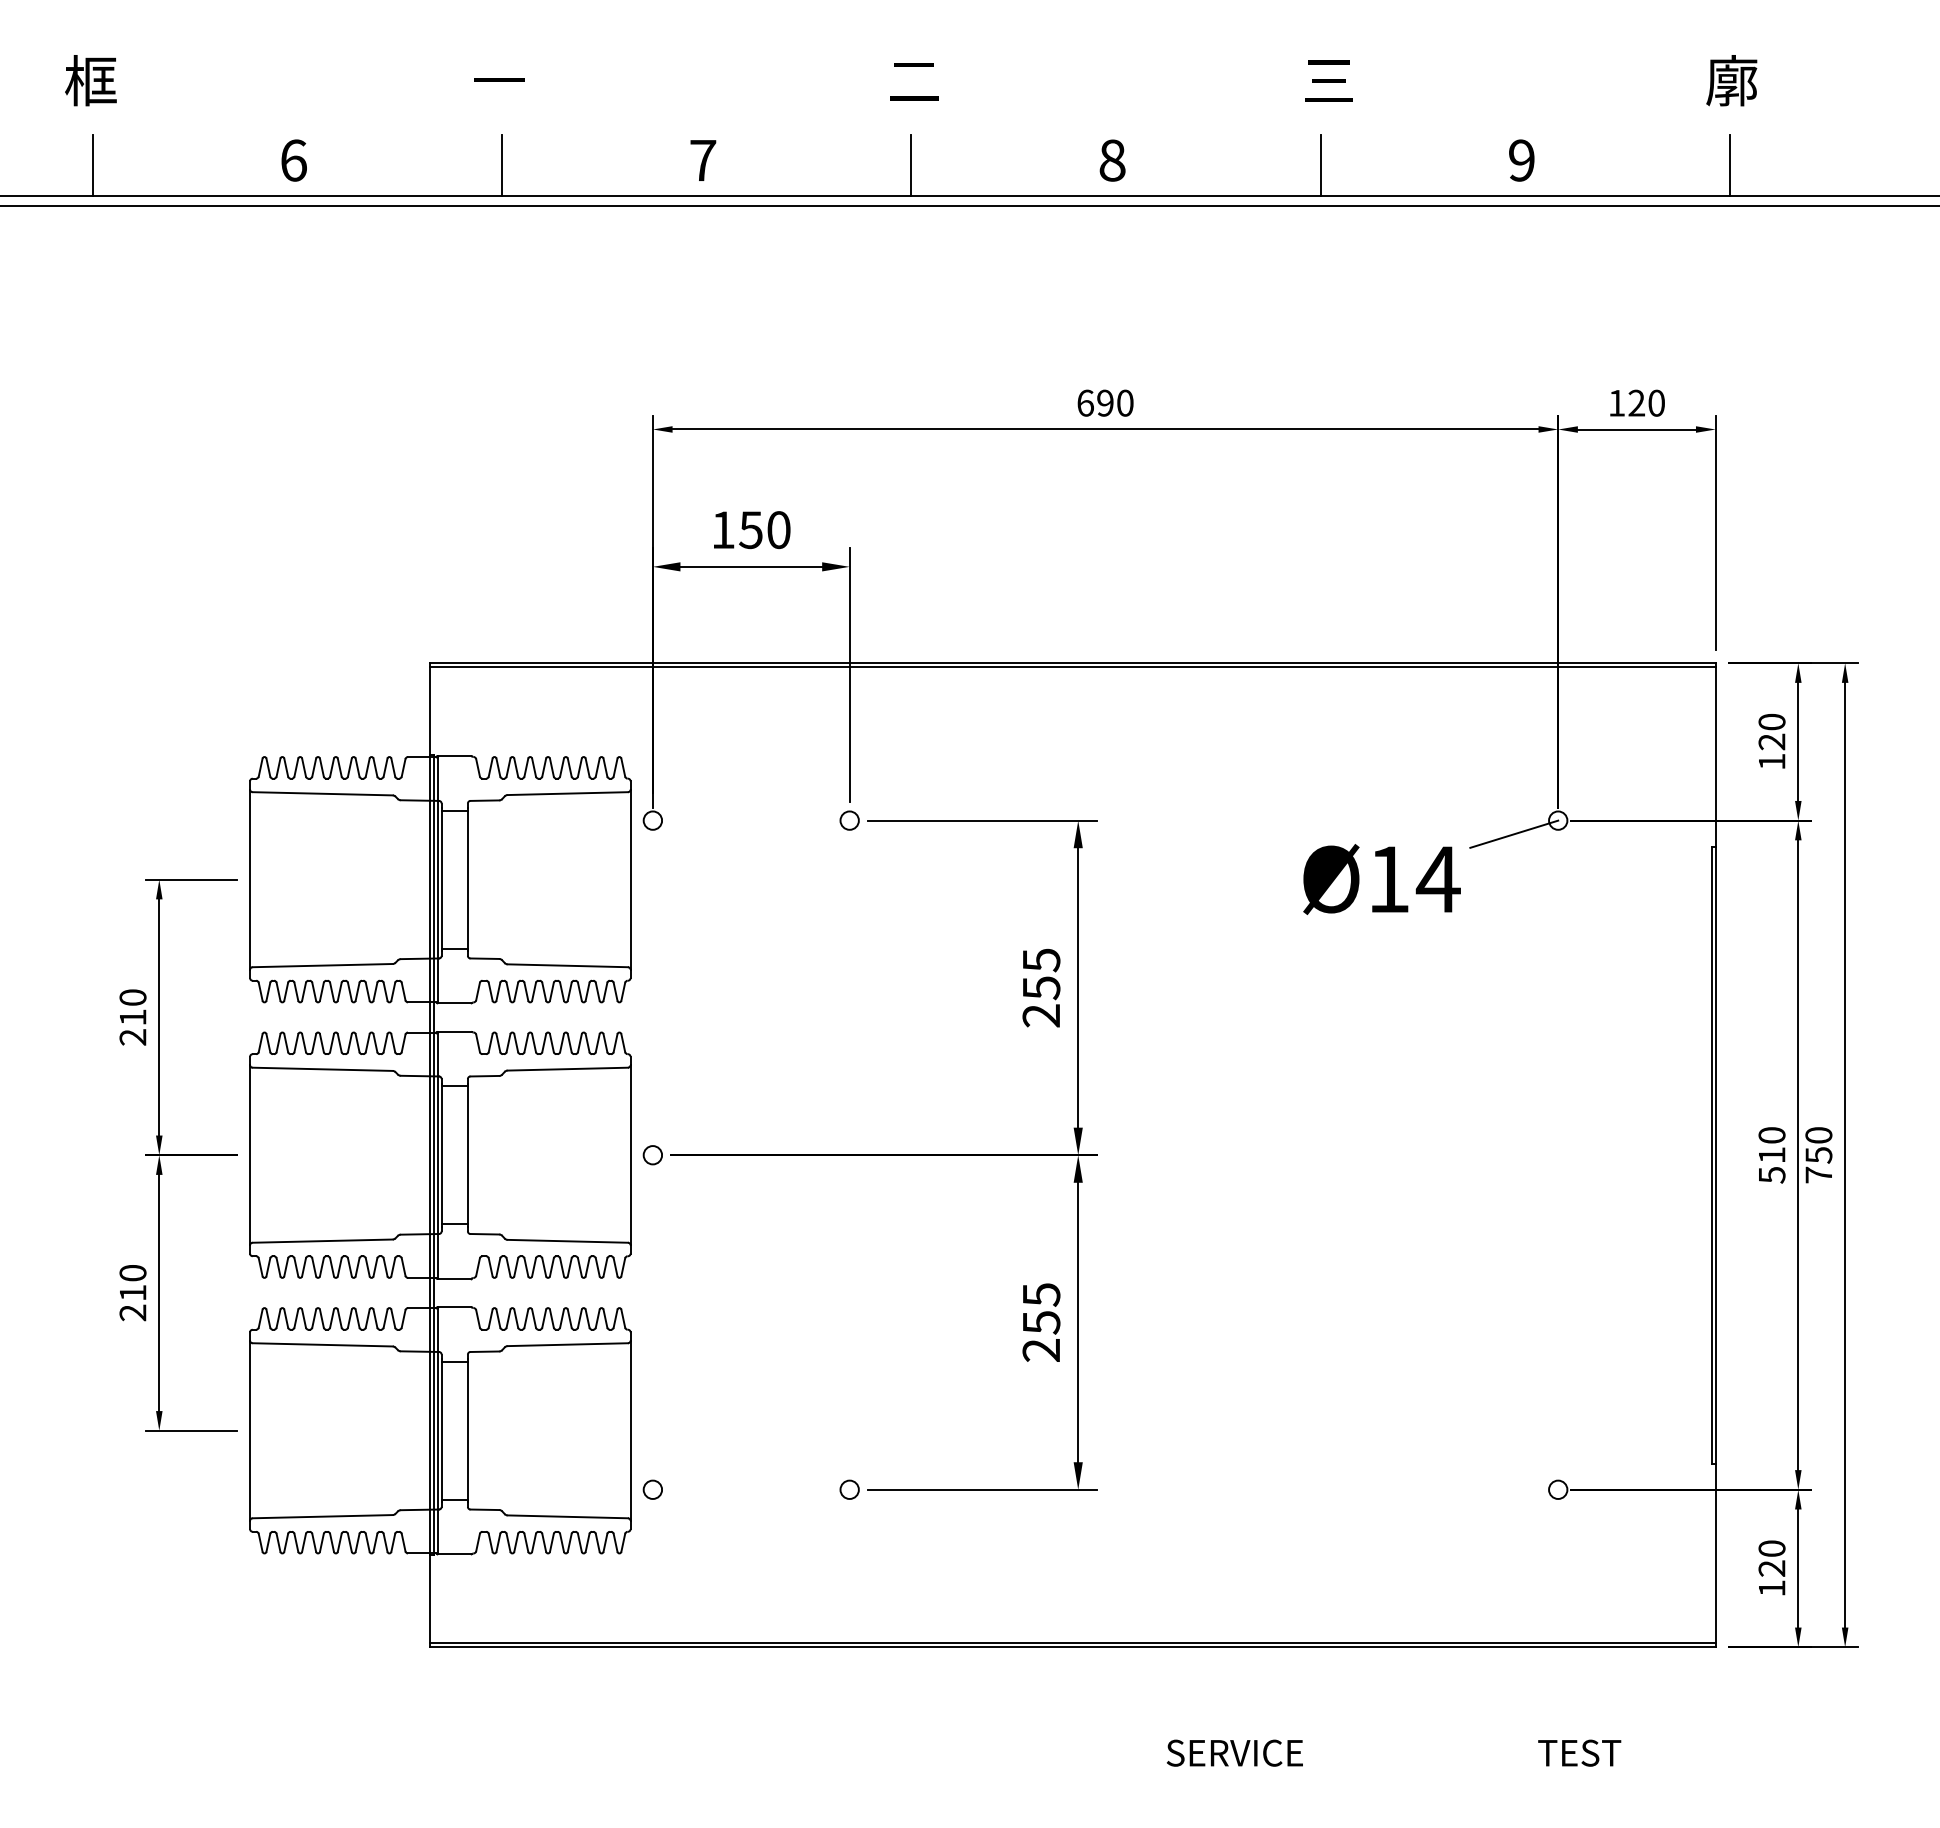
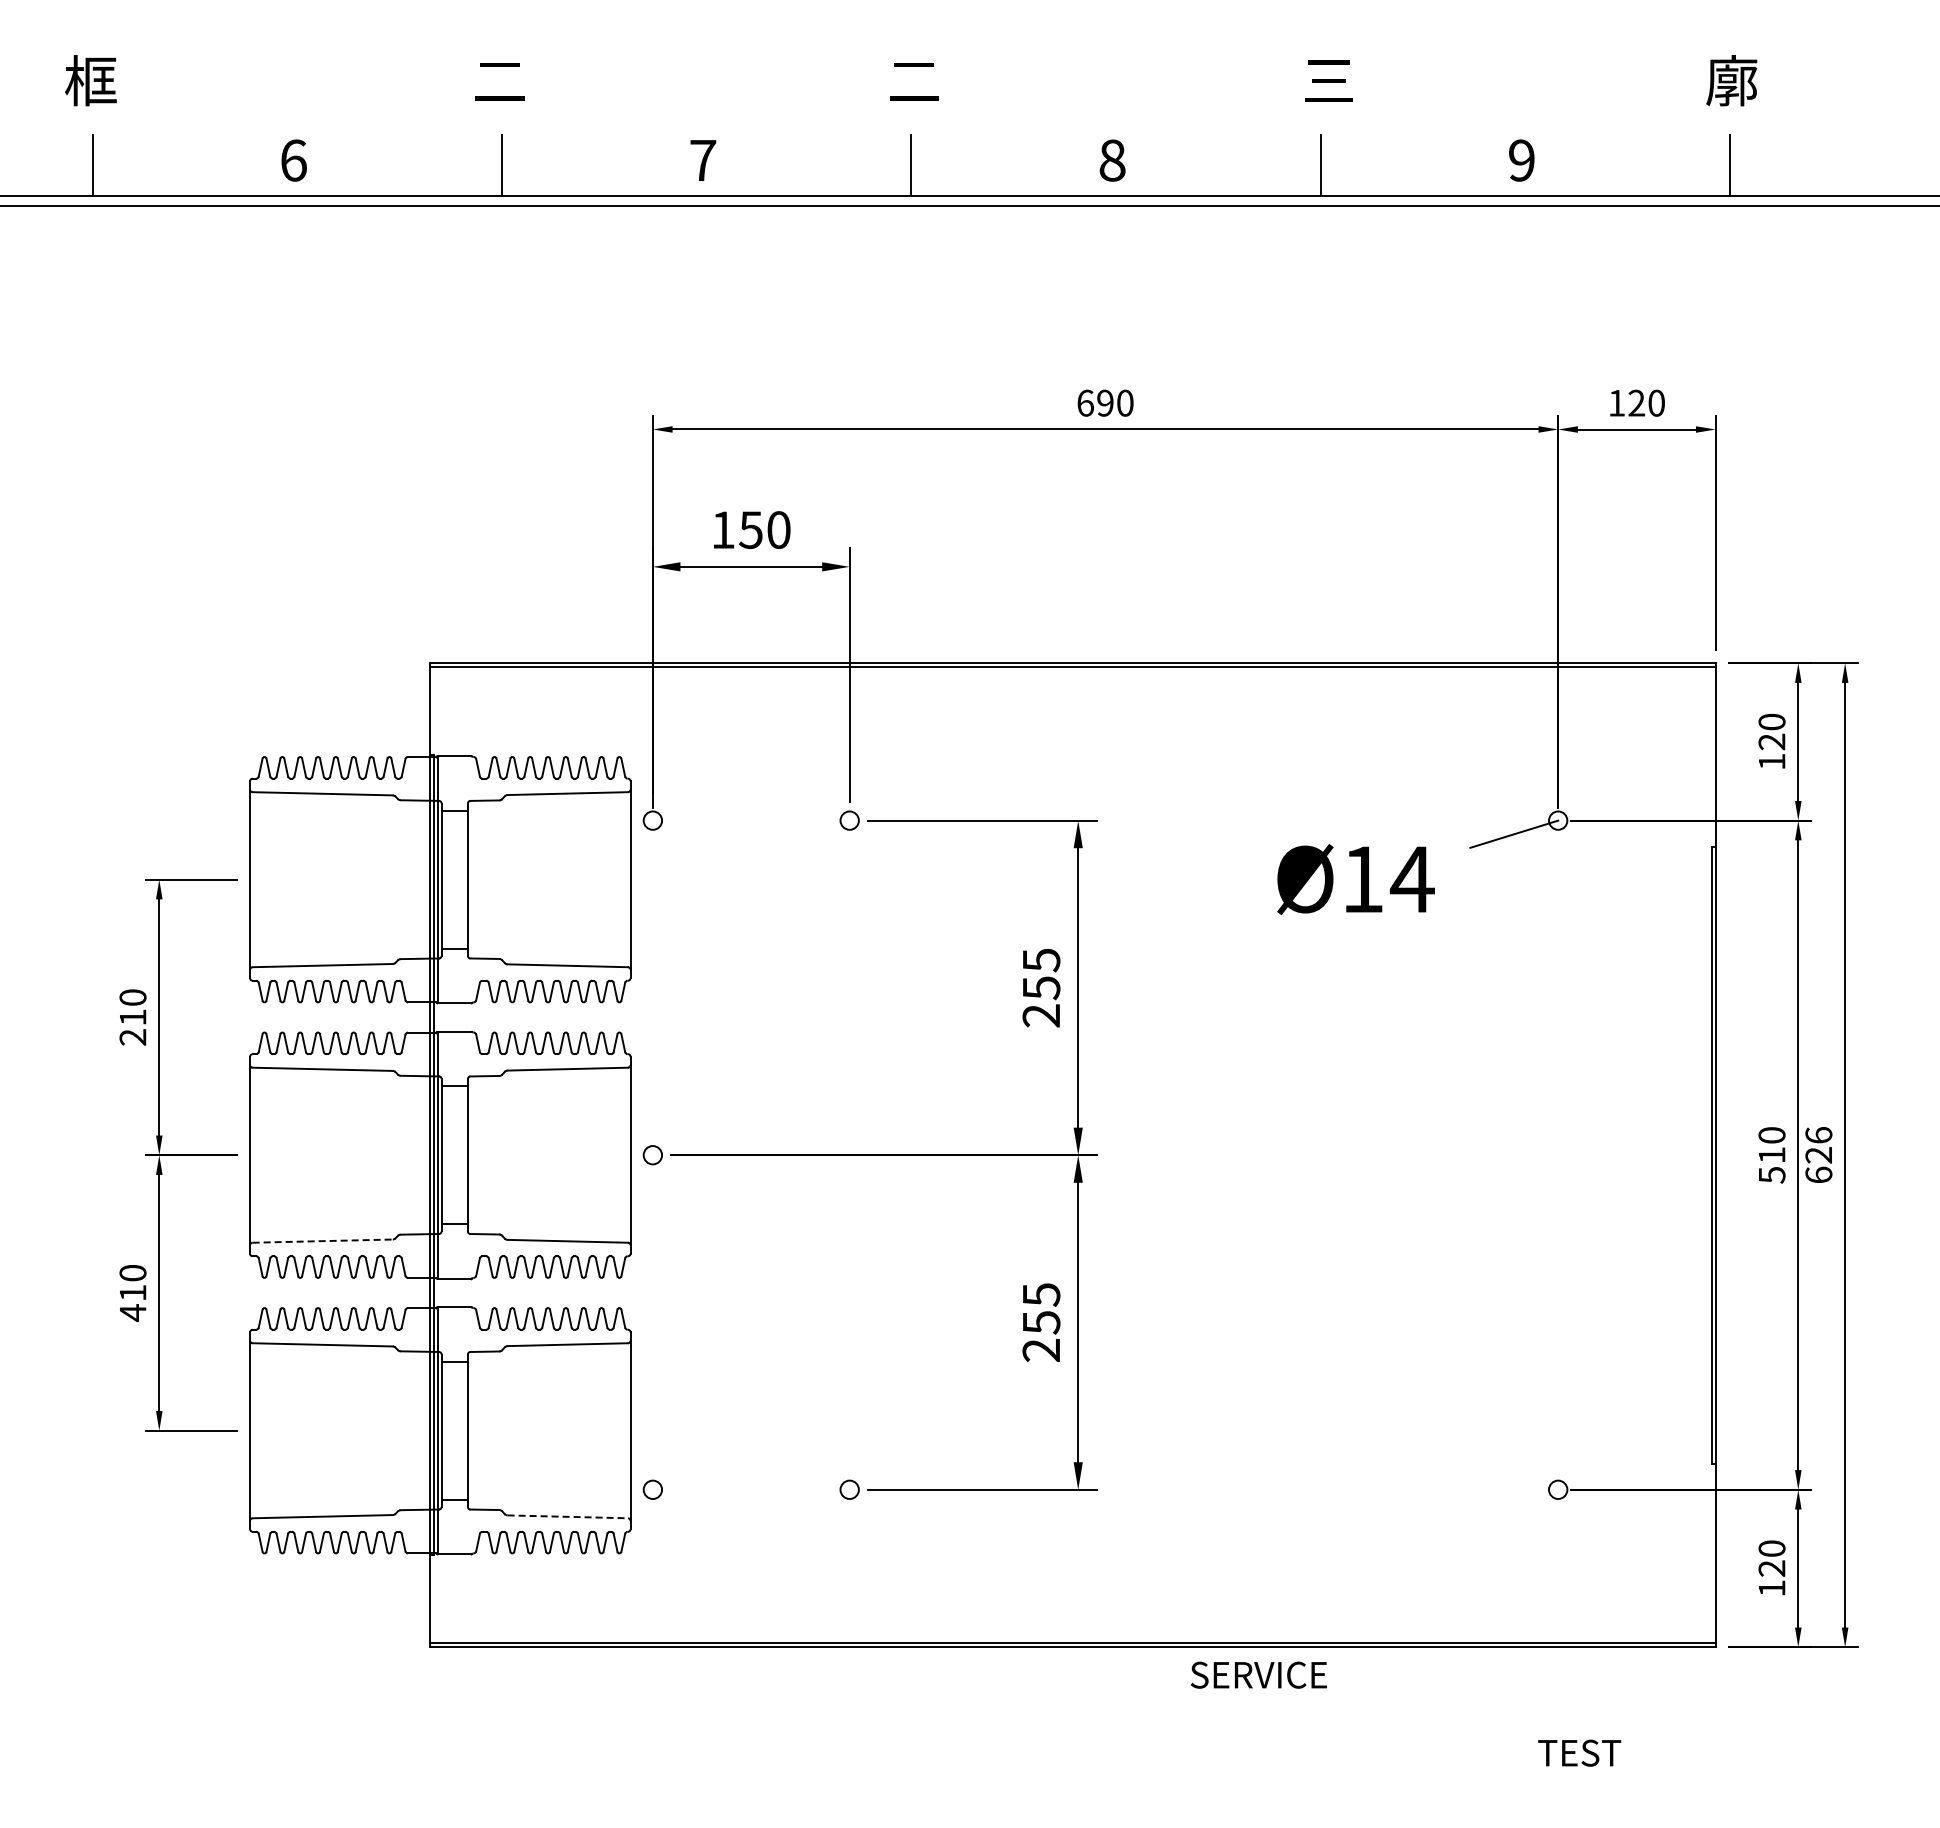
text at (499, 81): 一 -> 二
text at (1381, 879) position: (1381, 879) -> (1355, 879)
text at (1818, 1155): 750 -> 626
line at (323, 1241): solid -> dashed
text at (132, 1312): 210 -> 410
line at (568, 1516): solid -> dashed
text at (1234, 1752) position: (1234, 1752) -> (1258, 1674)
